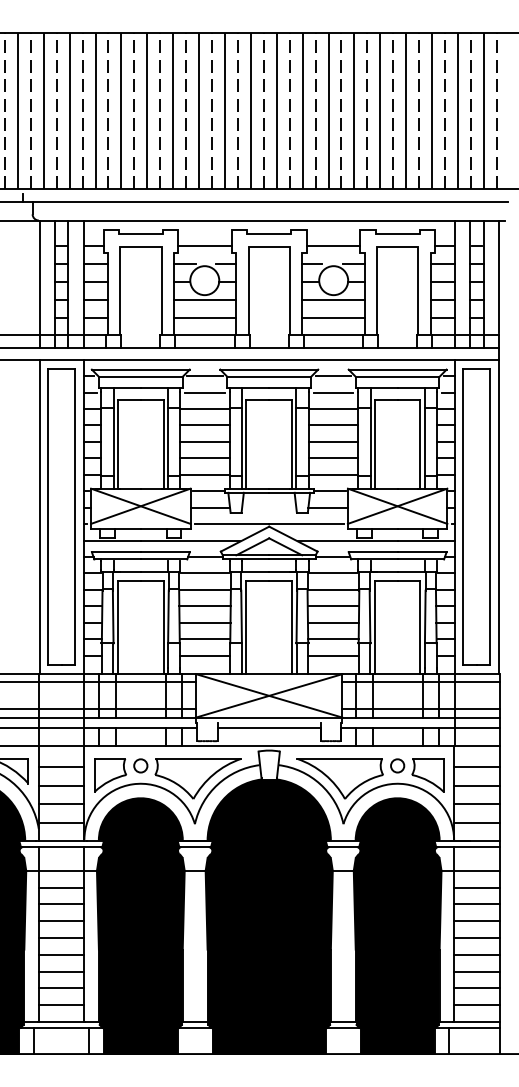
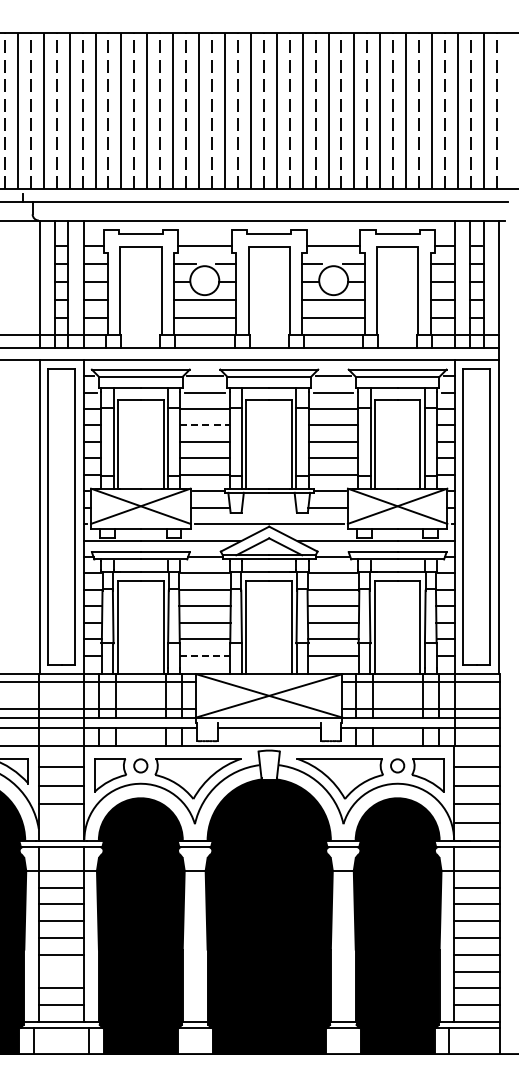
line at (205, 425): solid -> dashed
line at (205, 655): solid -> dashed
line at (61, 823): present -> none
line at (61, 971): present -> none
